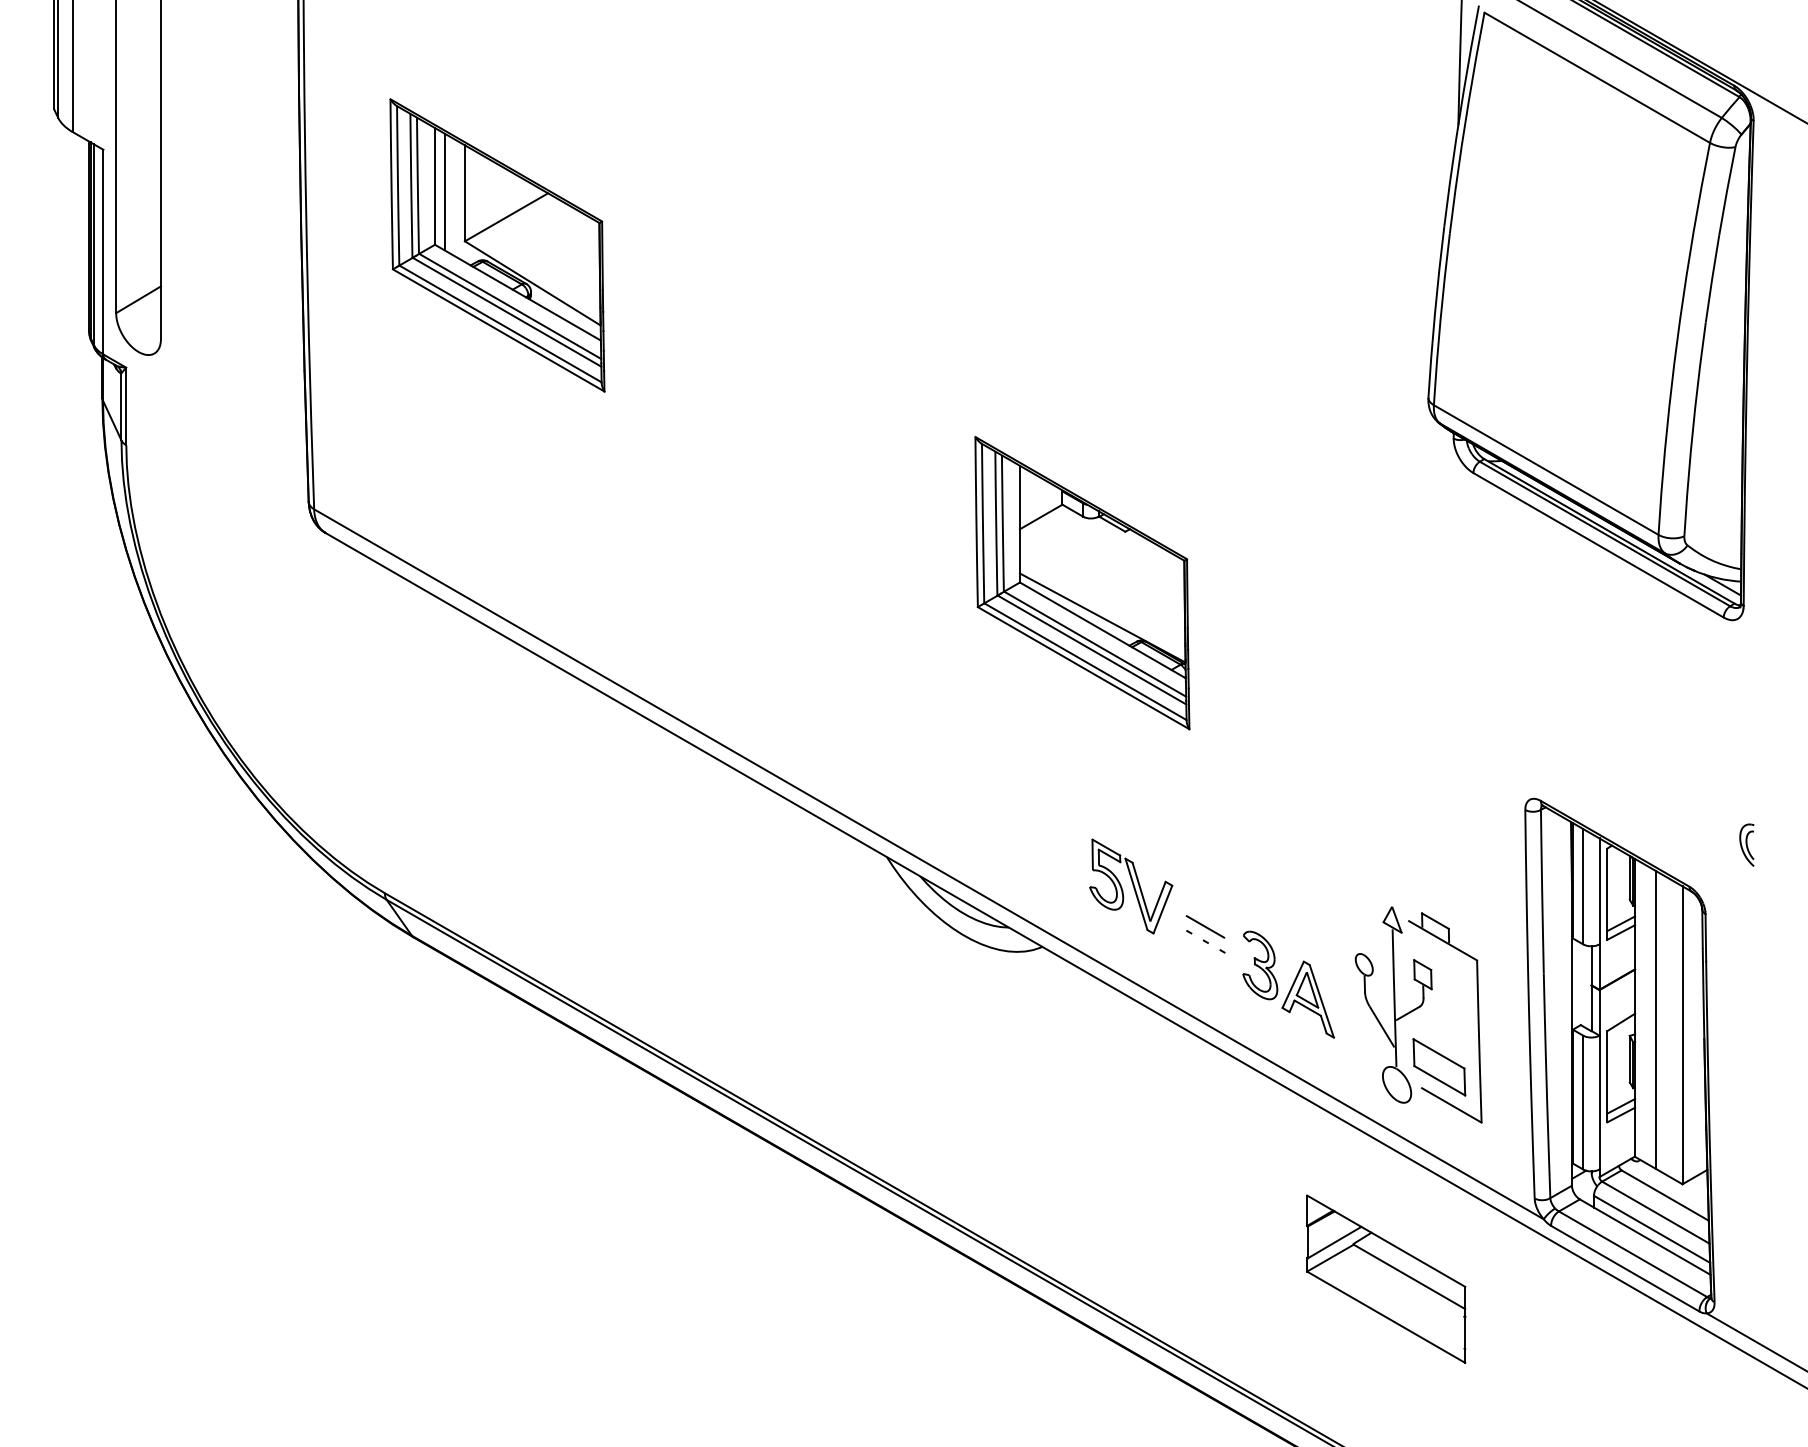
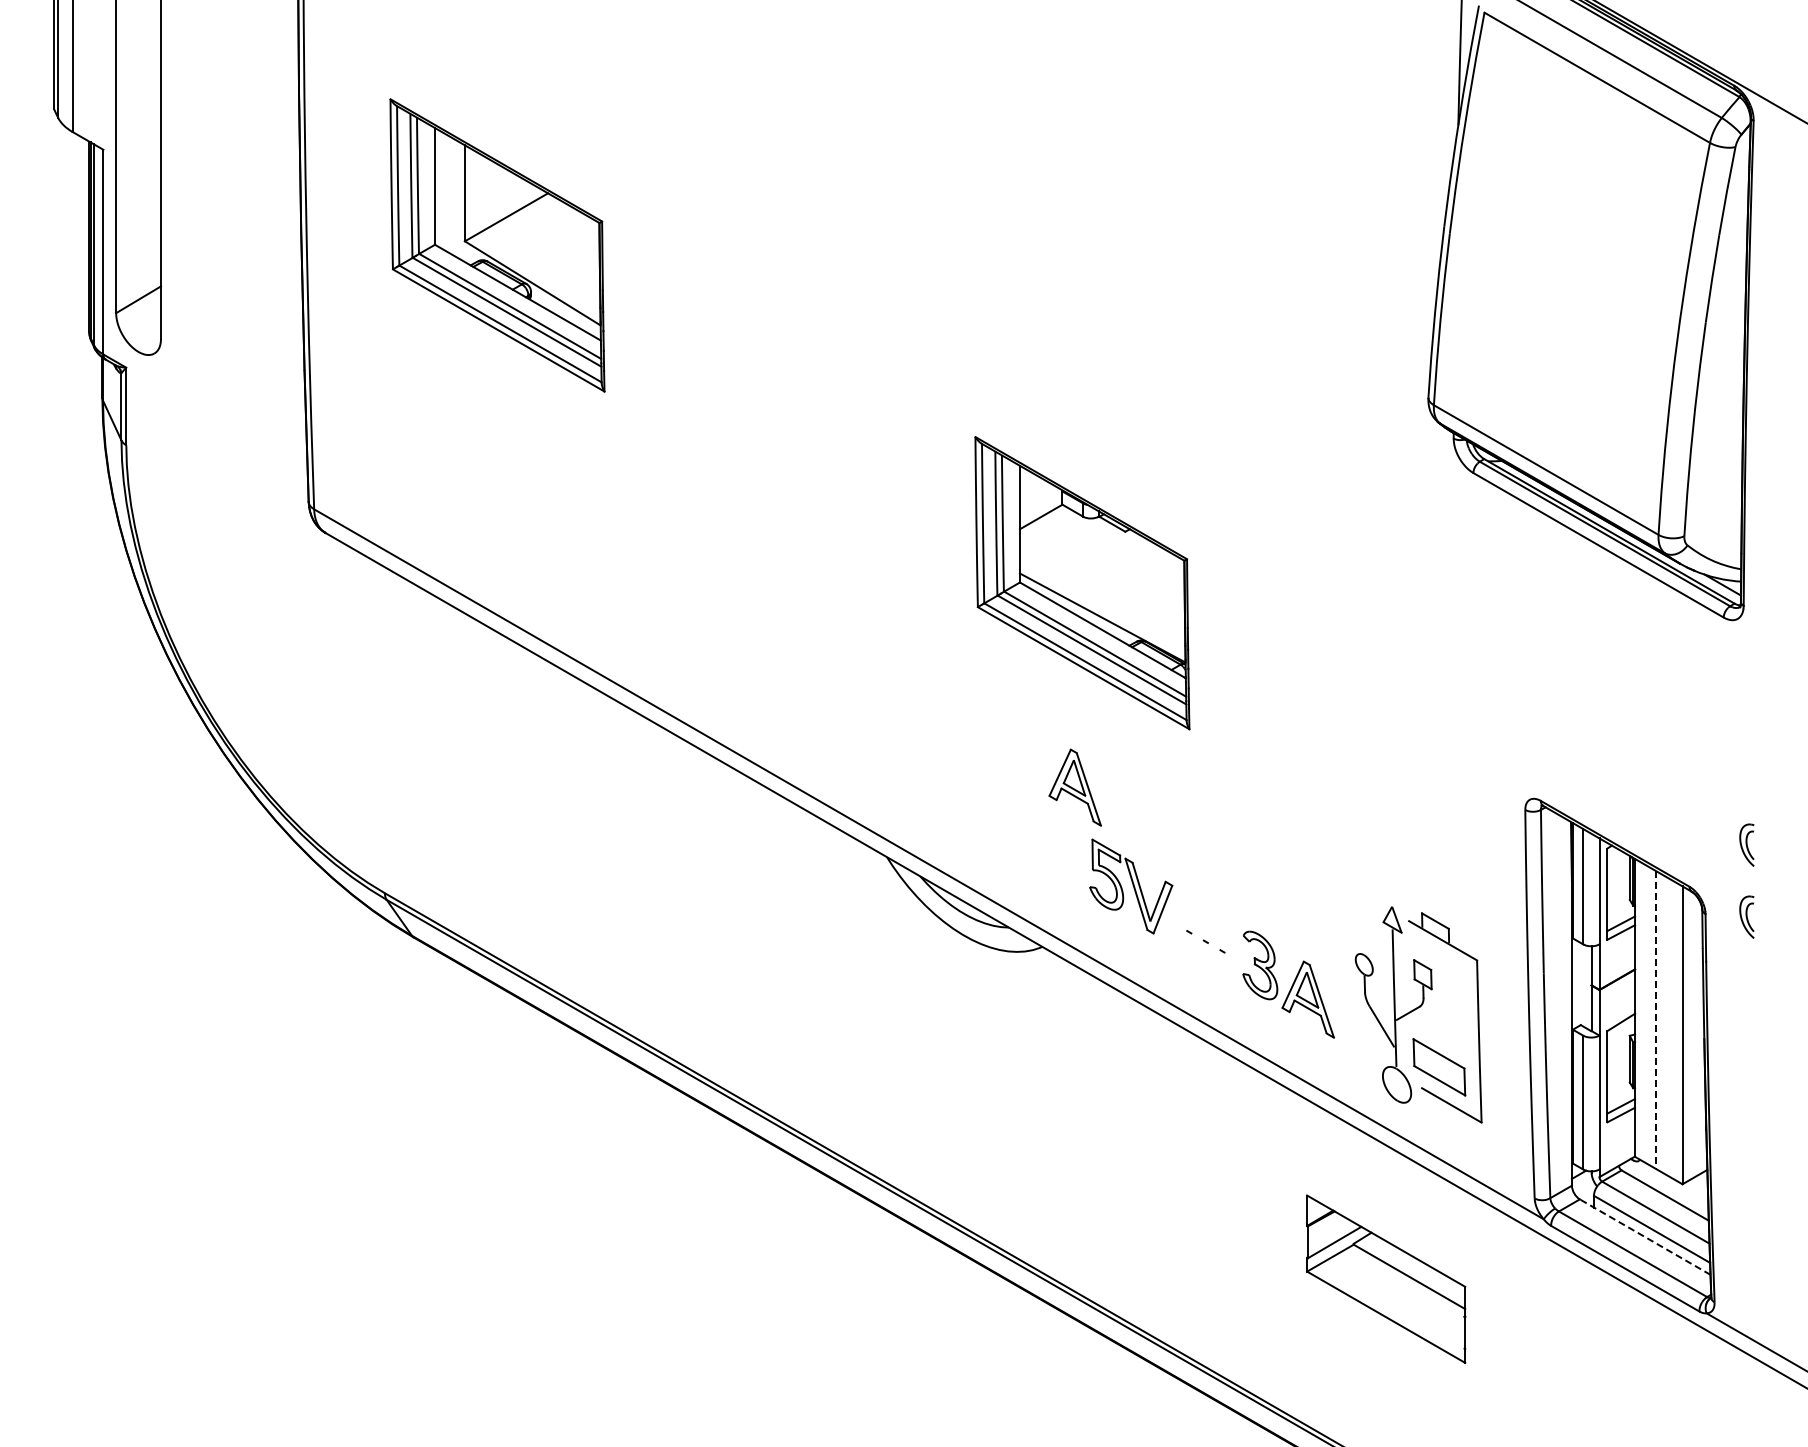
line at (444, 191): present -> none
part at (1074, 787): none -> present
part at (1746, 916): none -> present
line at (1205, 926): present -> none
line at (1656, 1020): solid -> dashed
line at (1644, 1236): solid -> dashed
